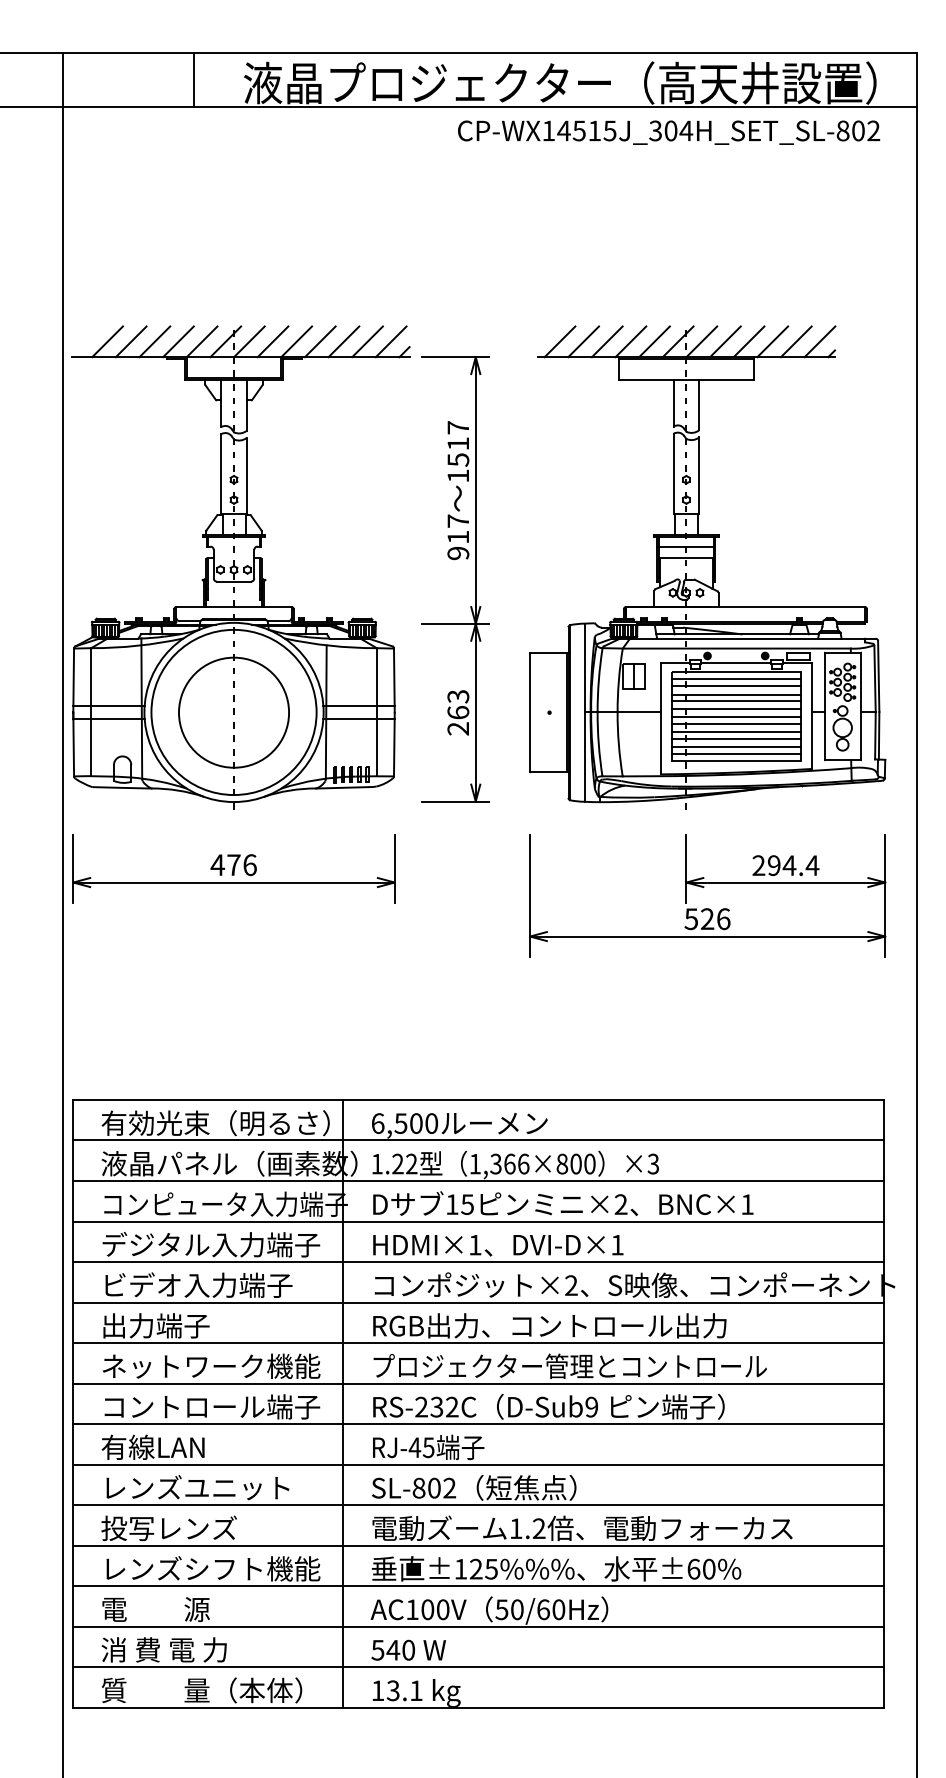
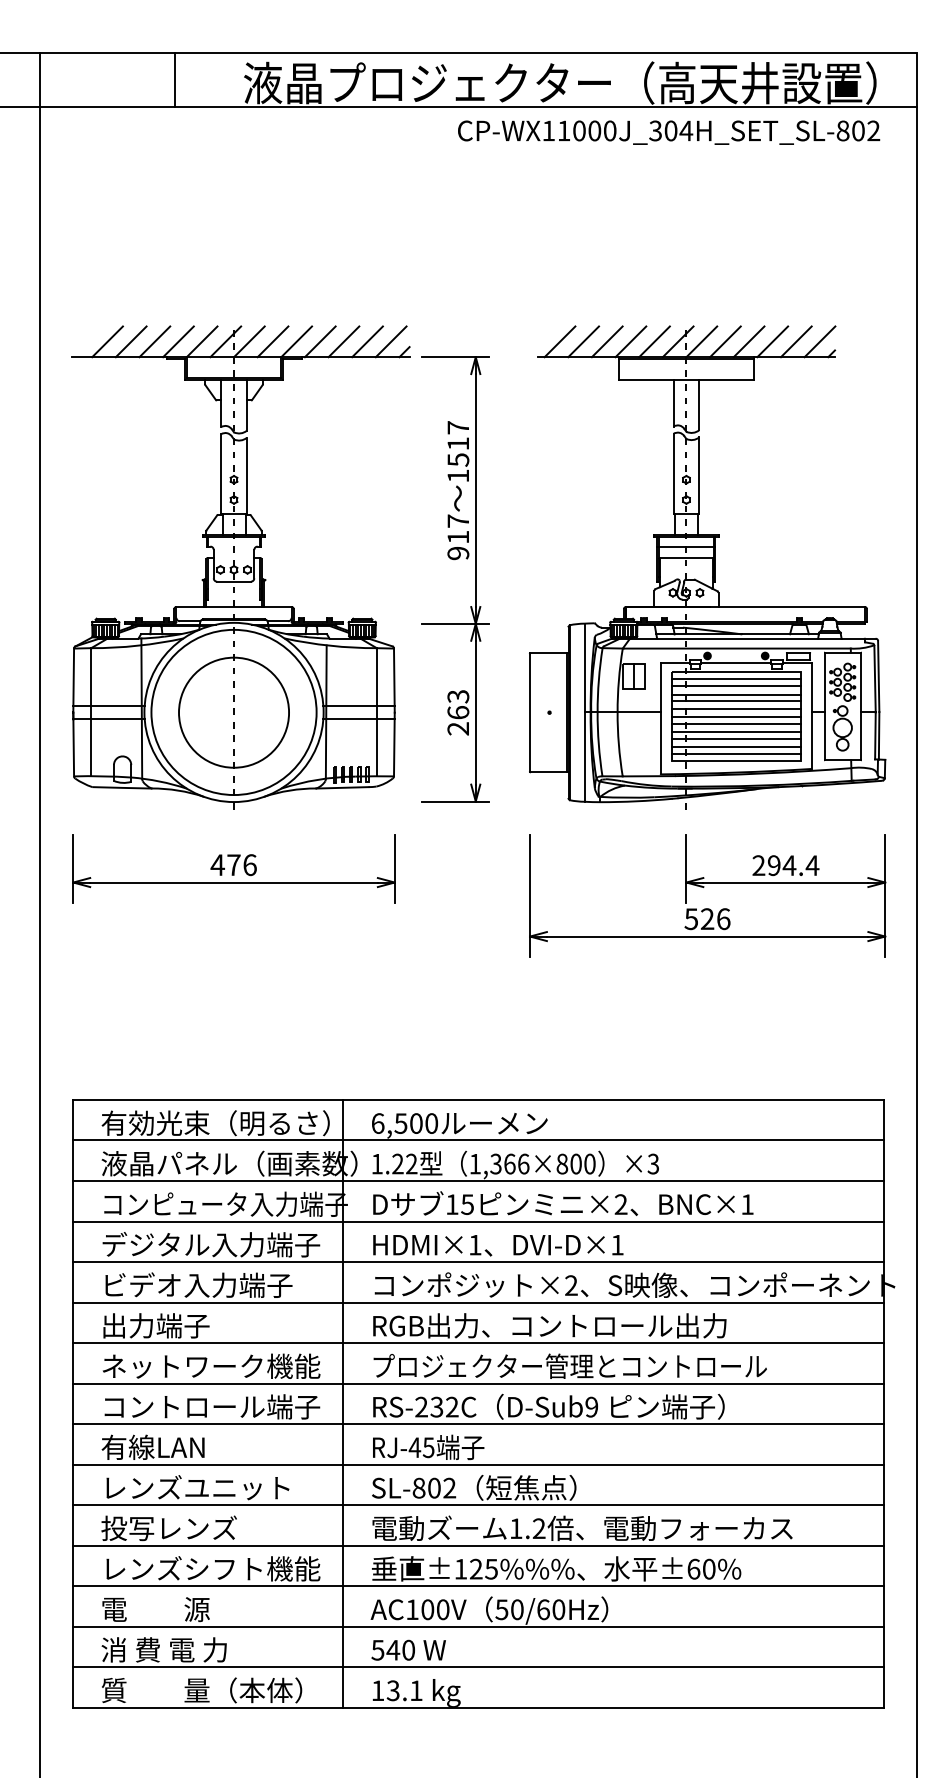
line at (193, 80) position: (193, 80) -> (174, 80)
text at (586, 130): CP-WX14515J_304H_SET_SL-802 -> CP-WX11000J_304H_SET_SL-802
line at (62, 913) position: (62, 913) -> (39, 913)
